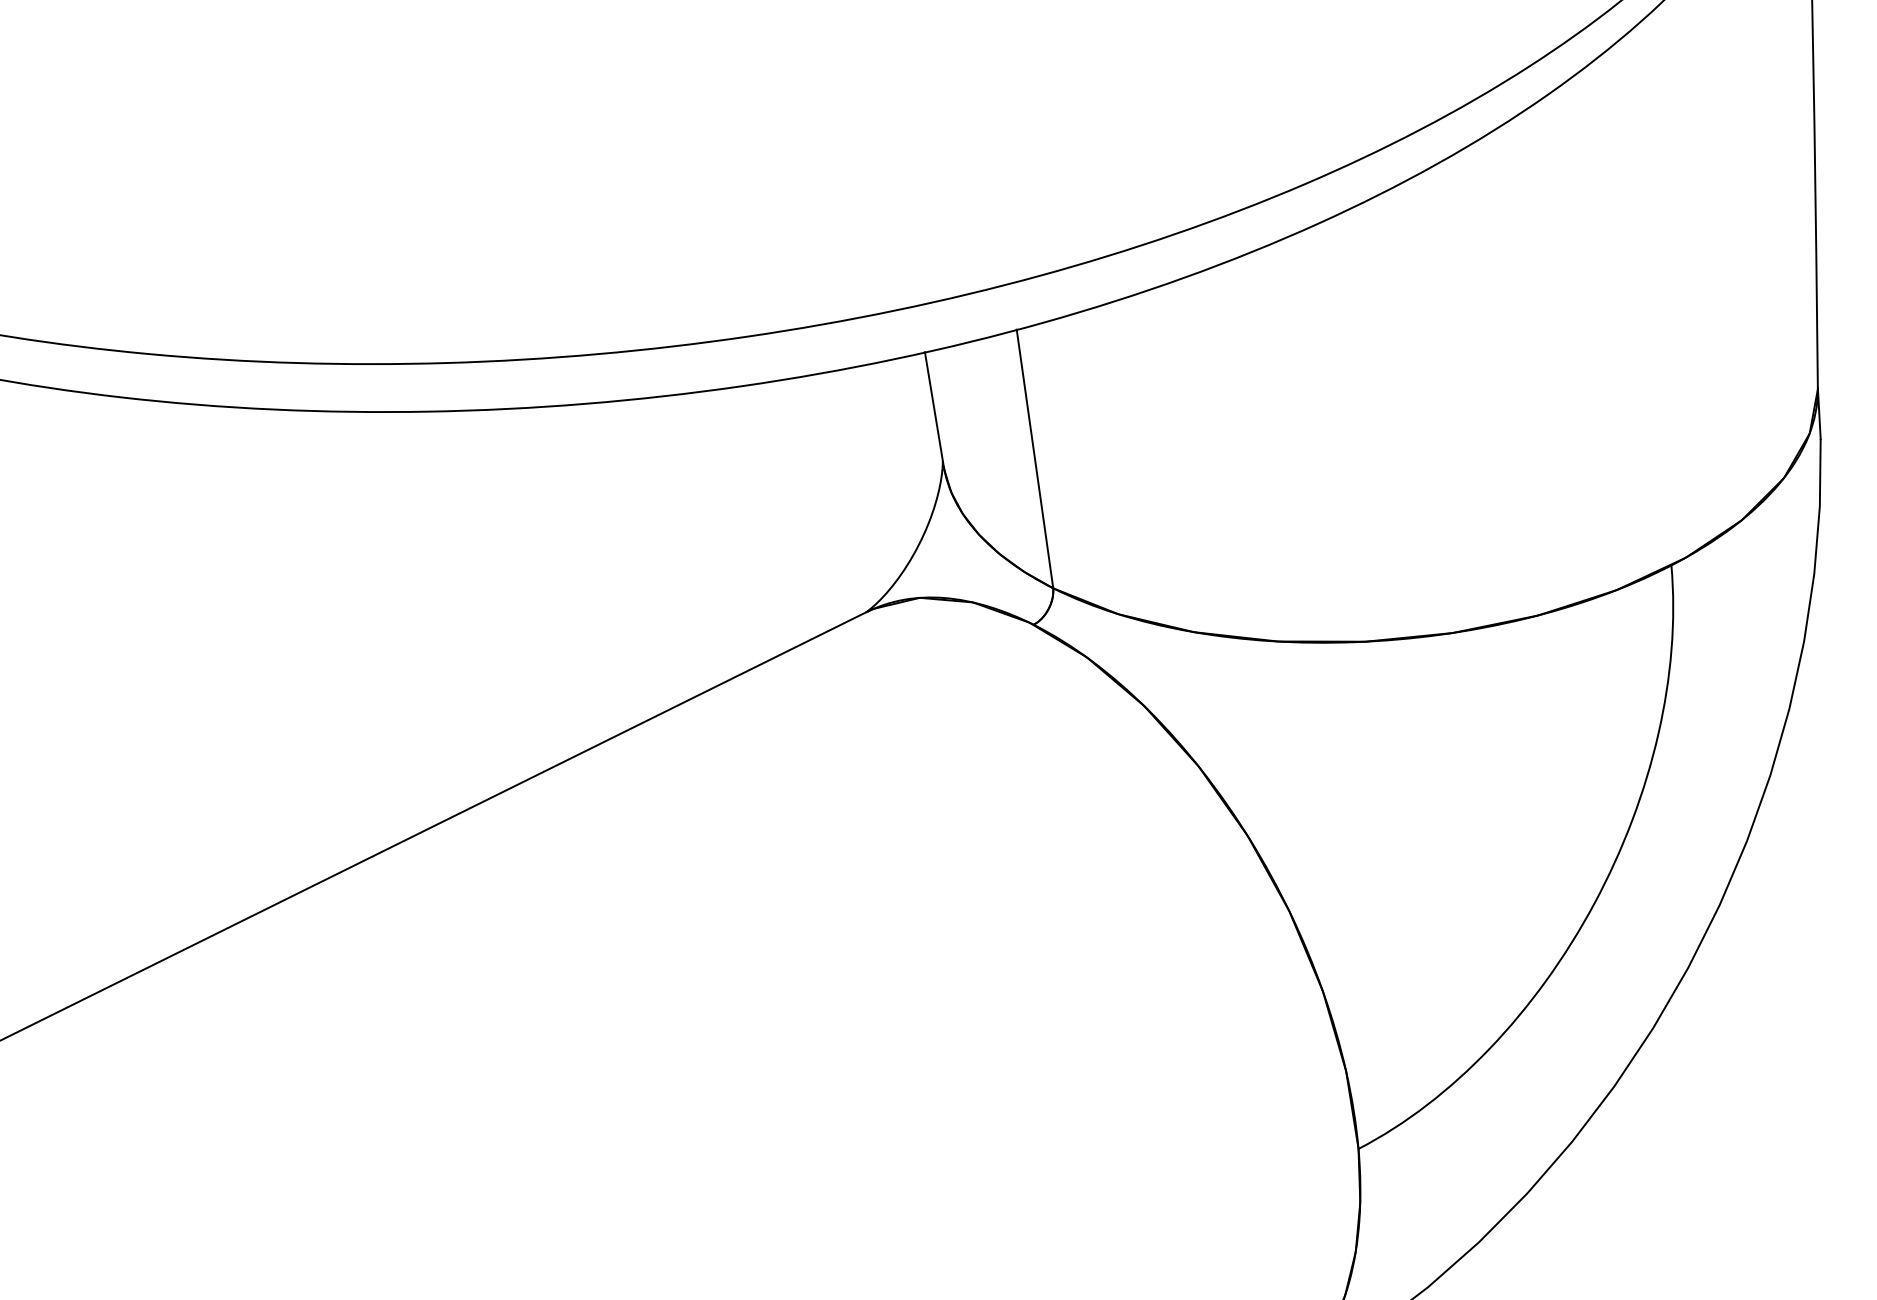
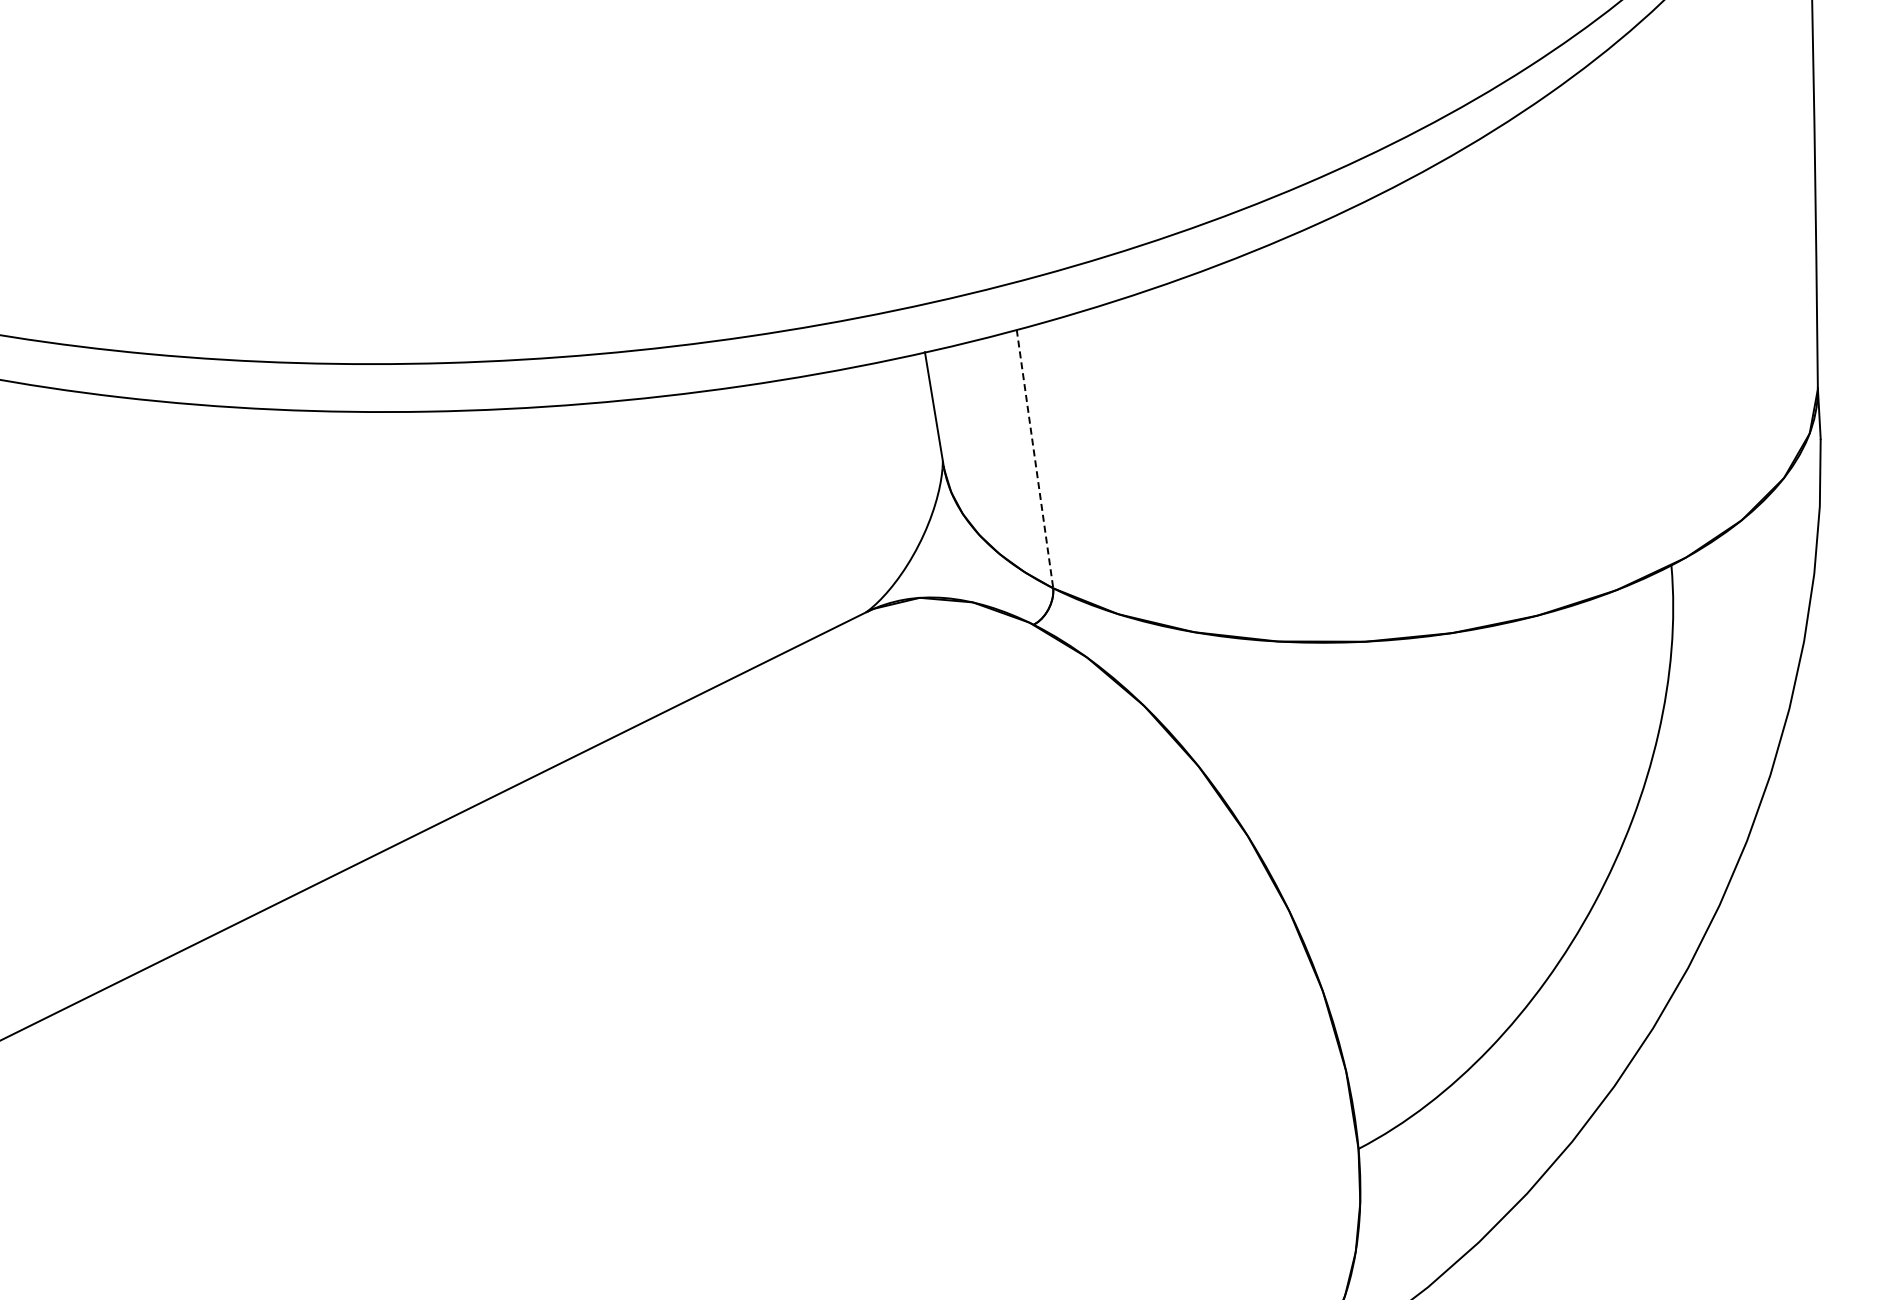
line at (1035, 458): solid -> dashed
